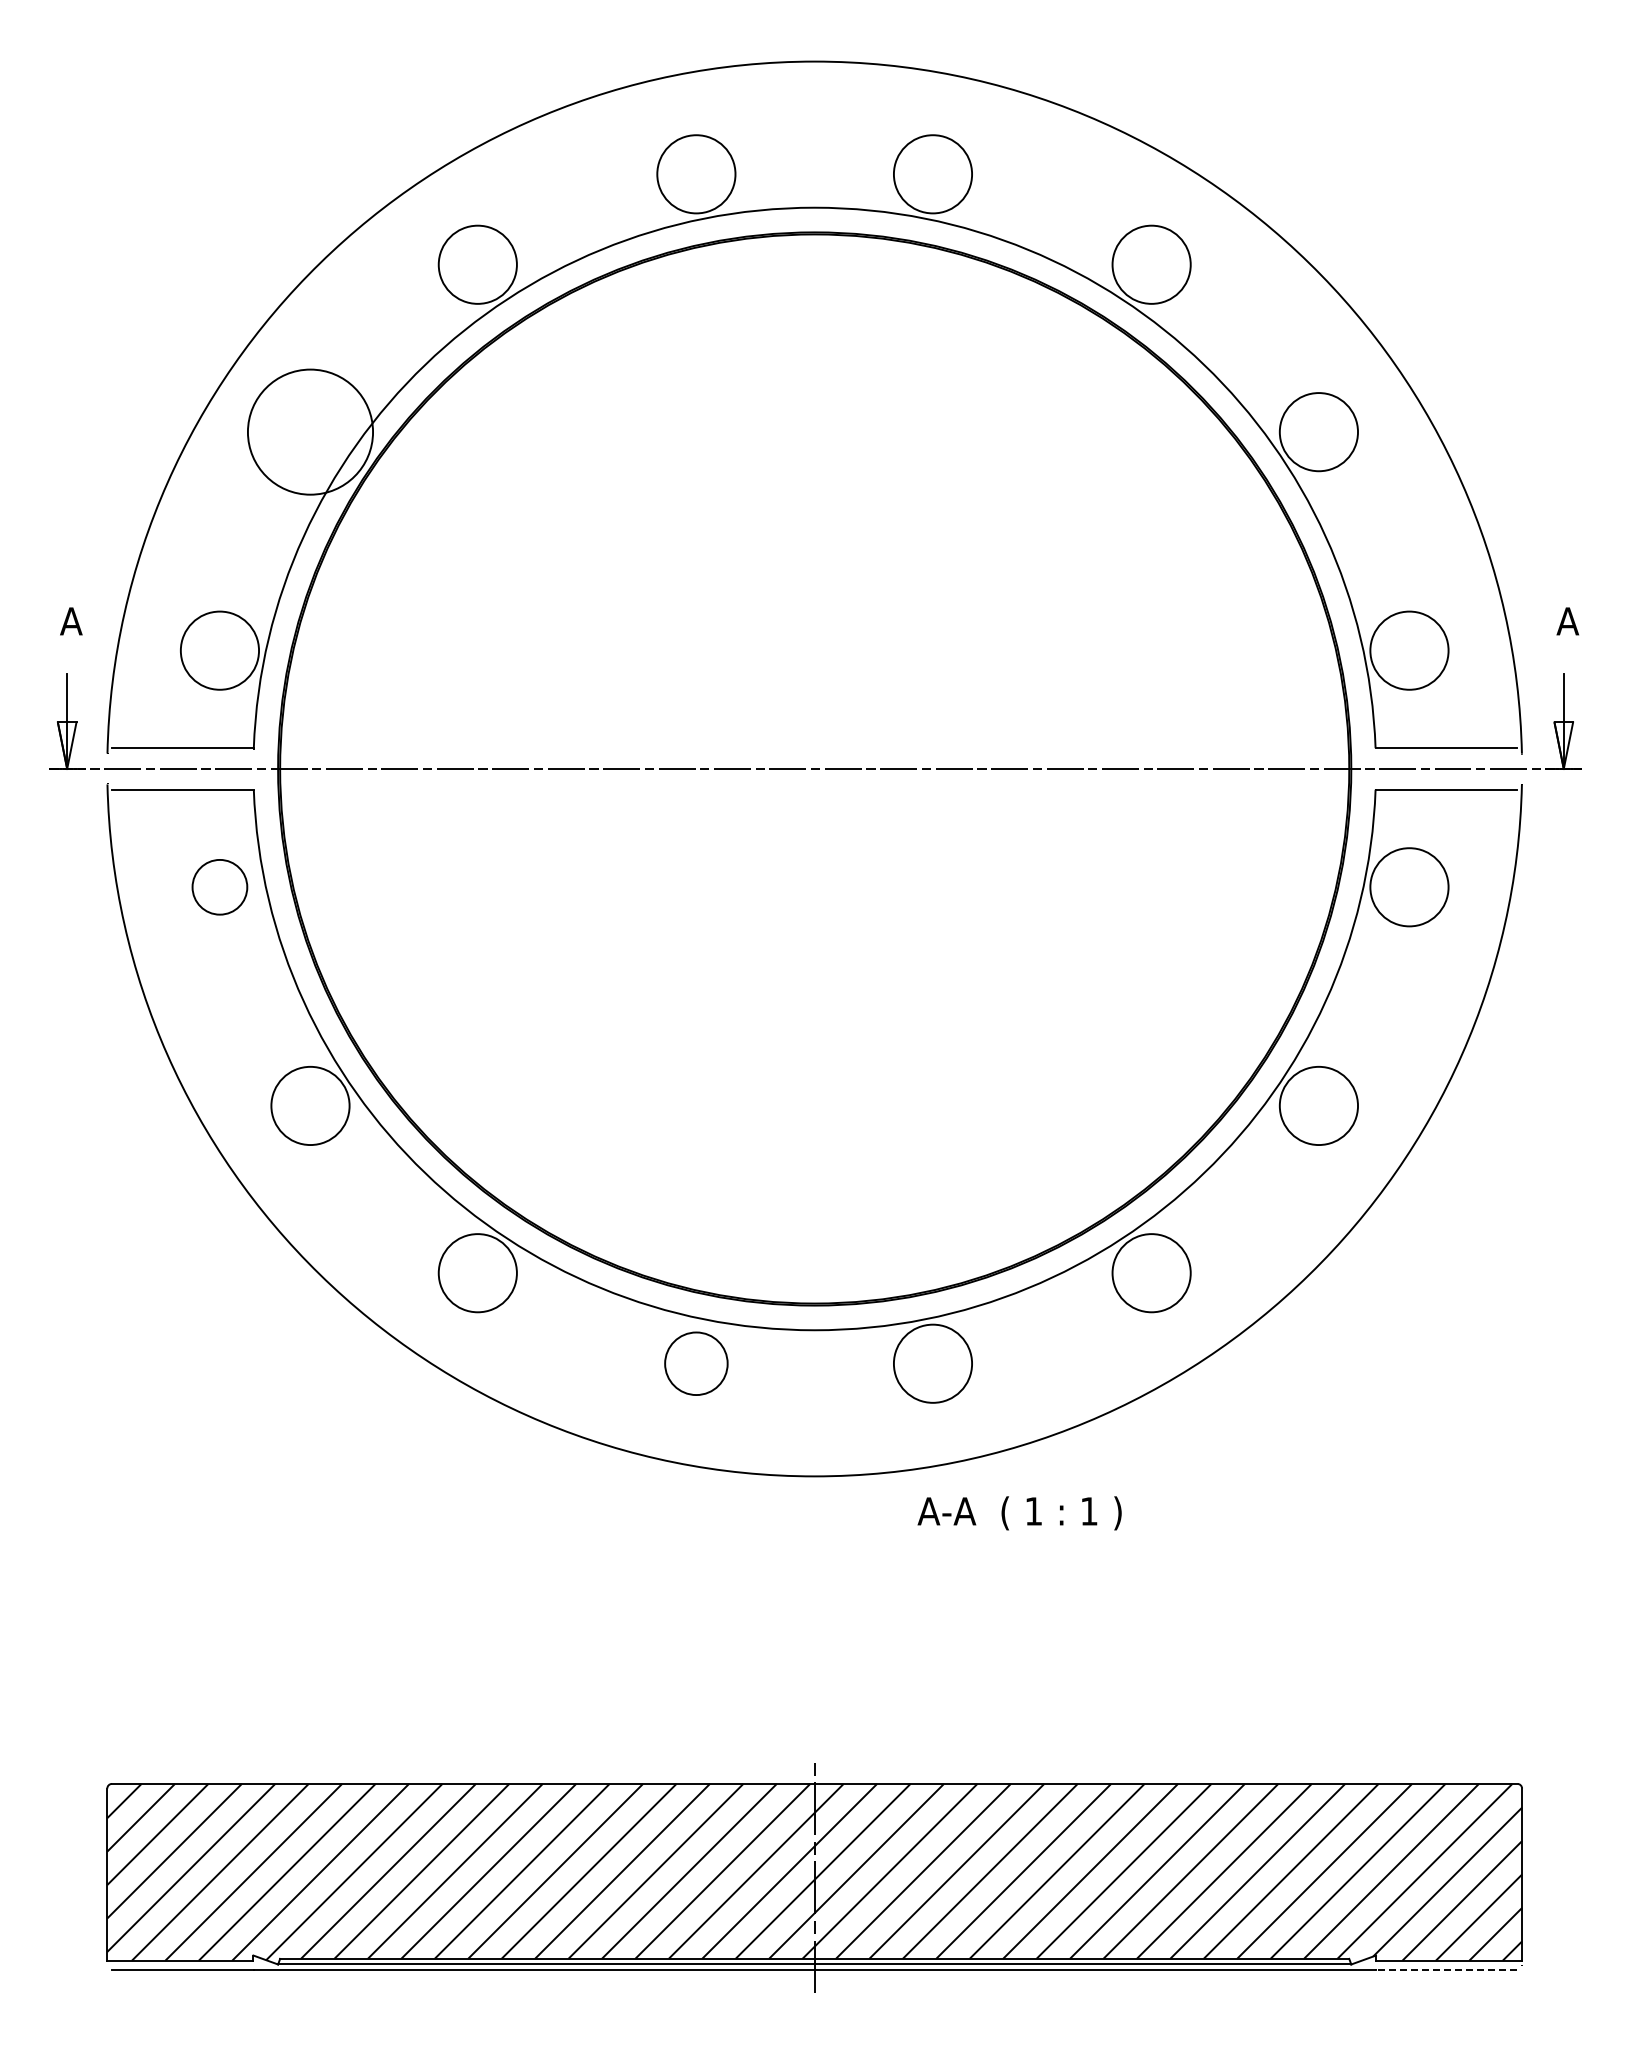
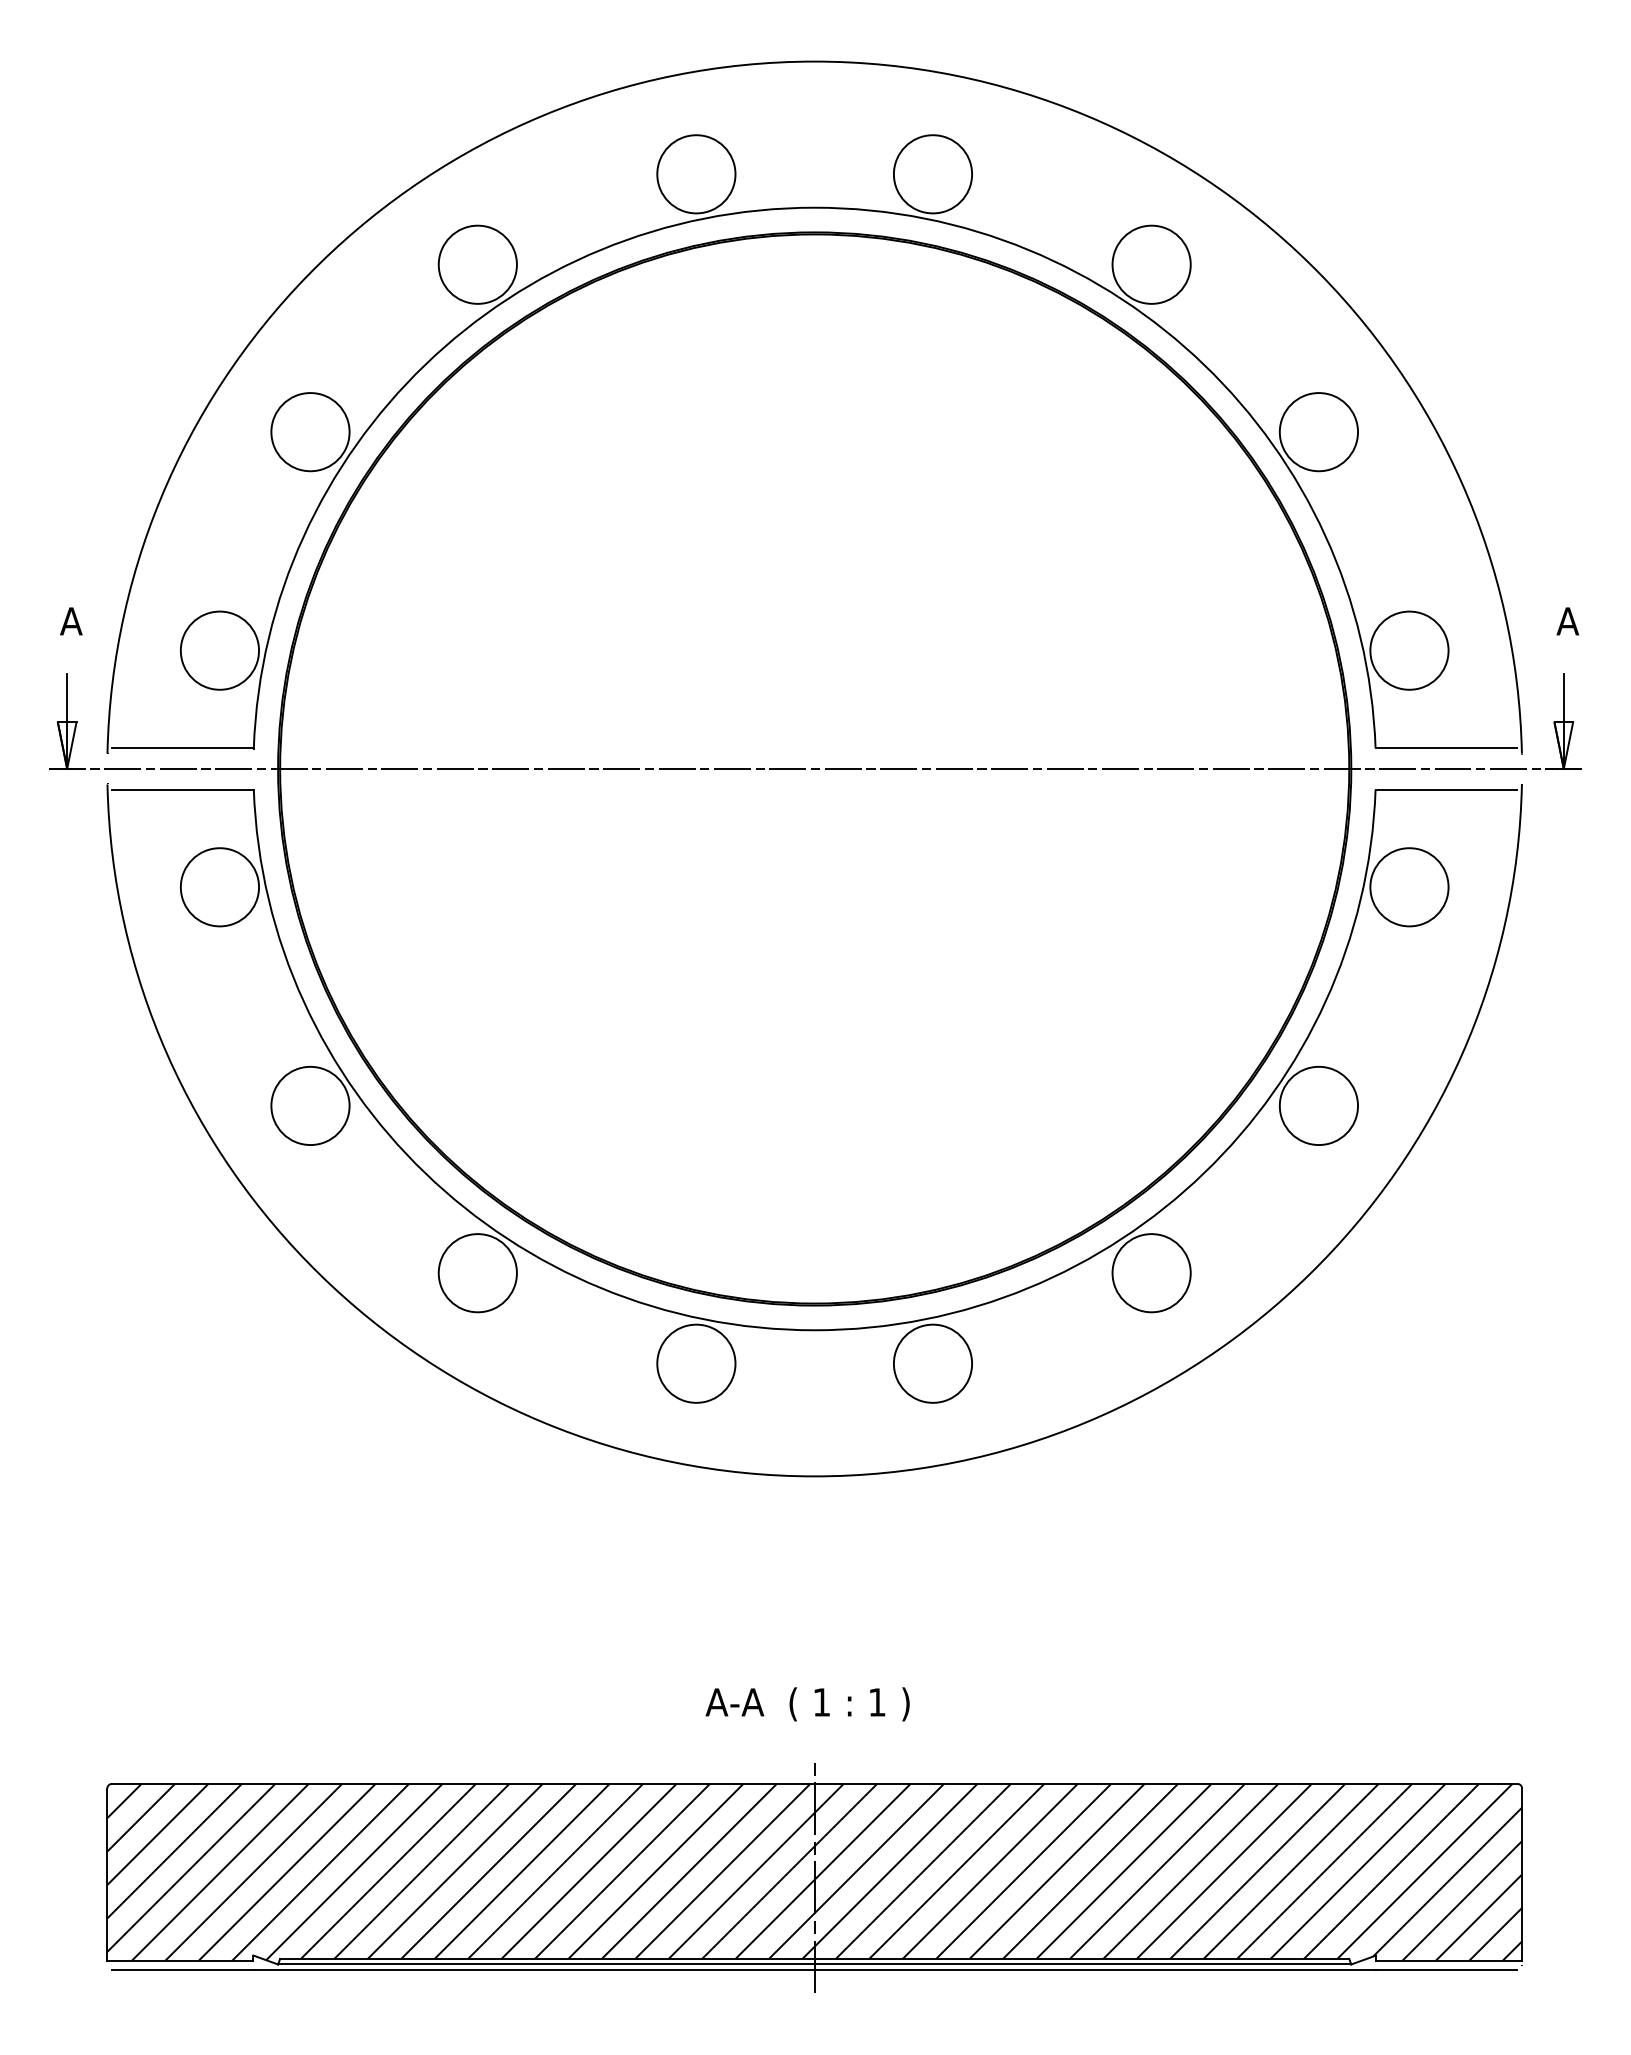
circle at (310, 431) diameter: 125 px -> 78 px
circle at (219, 886) diameter: 55 px -> 78 px
circle at (696, 1363) diameter: 63 px -> 78 px
text at (1019, 1513) position: (1019, 1513) -> (807, 1704)
line at (1446, 1970): dashed -> solid
